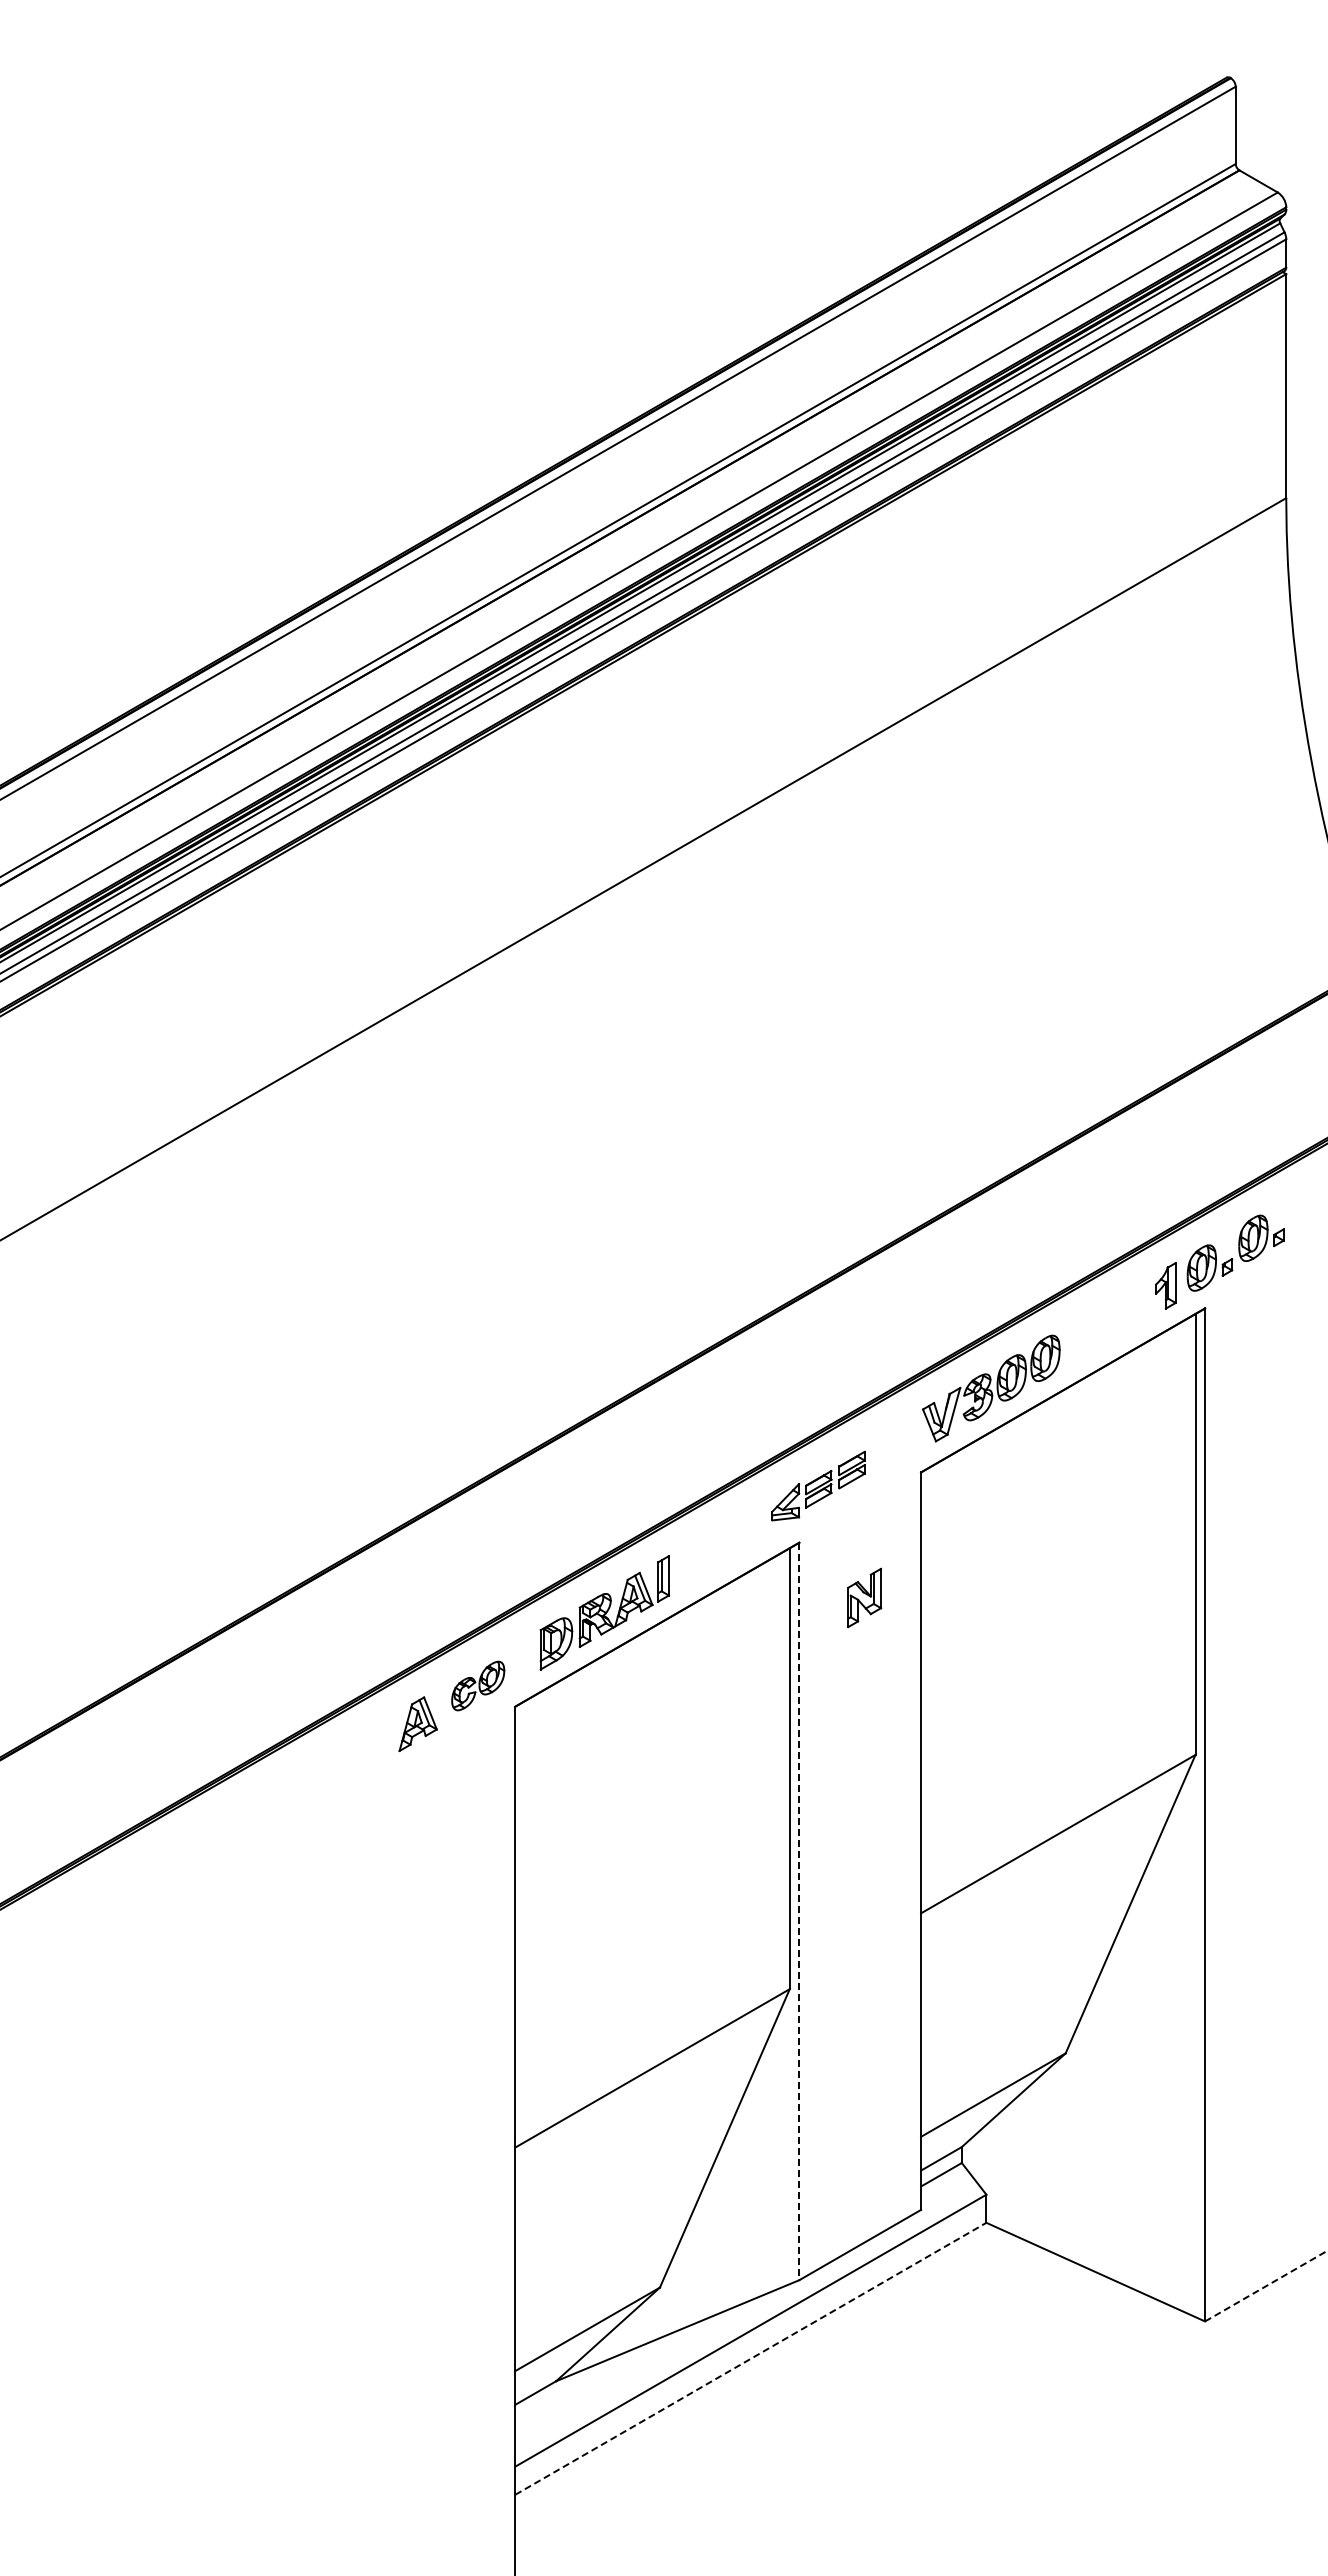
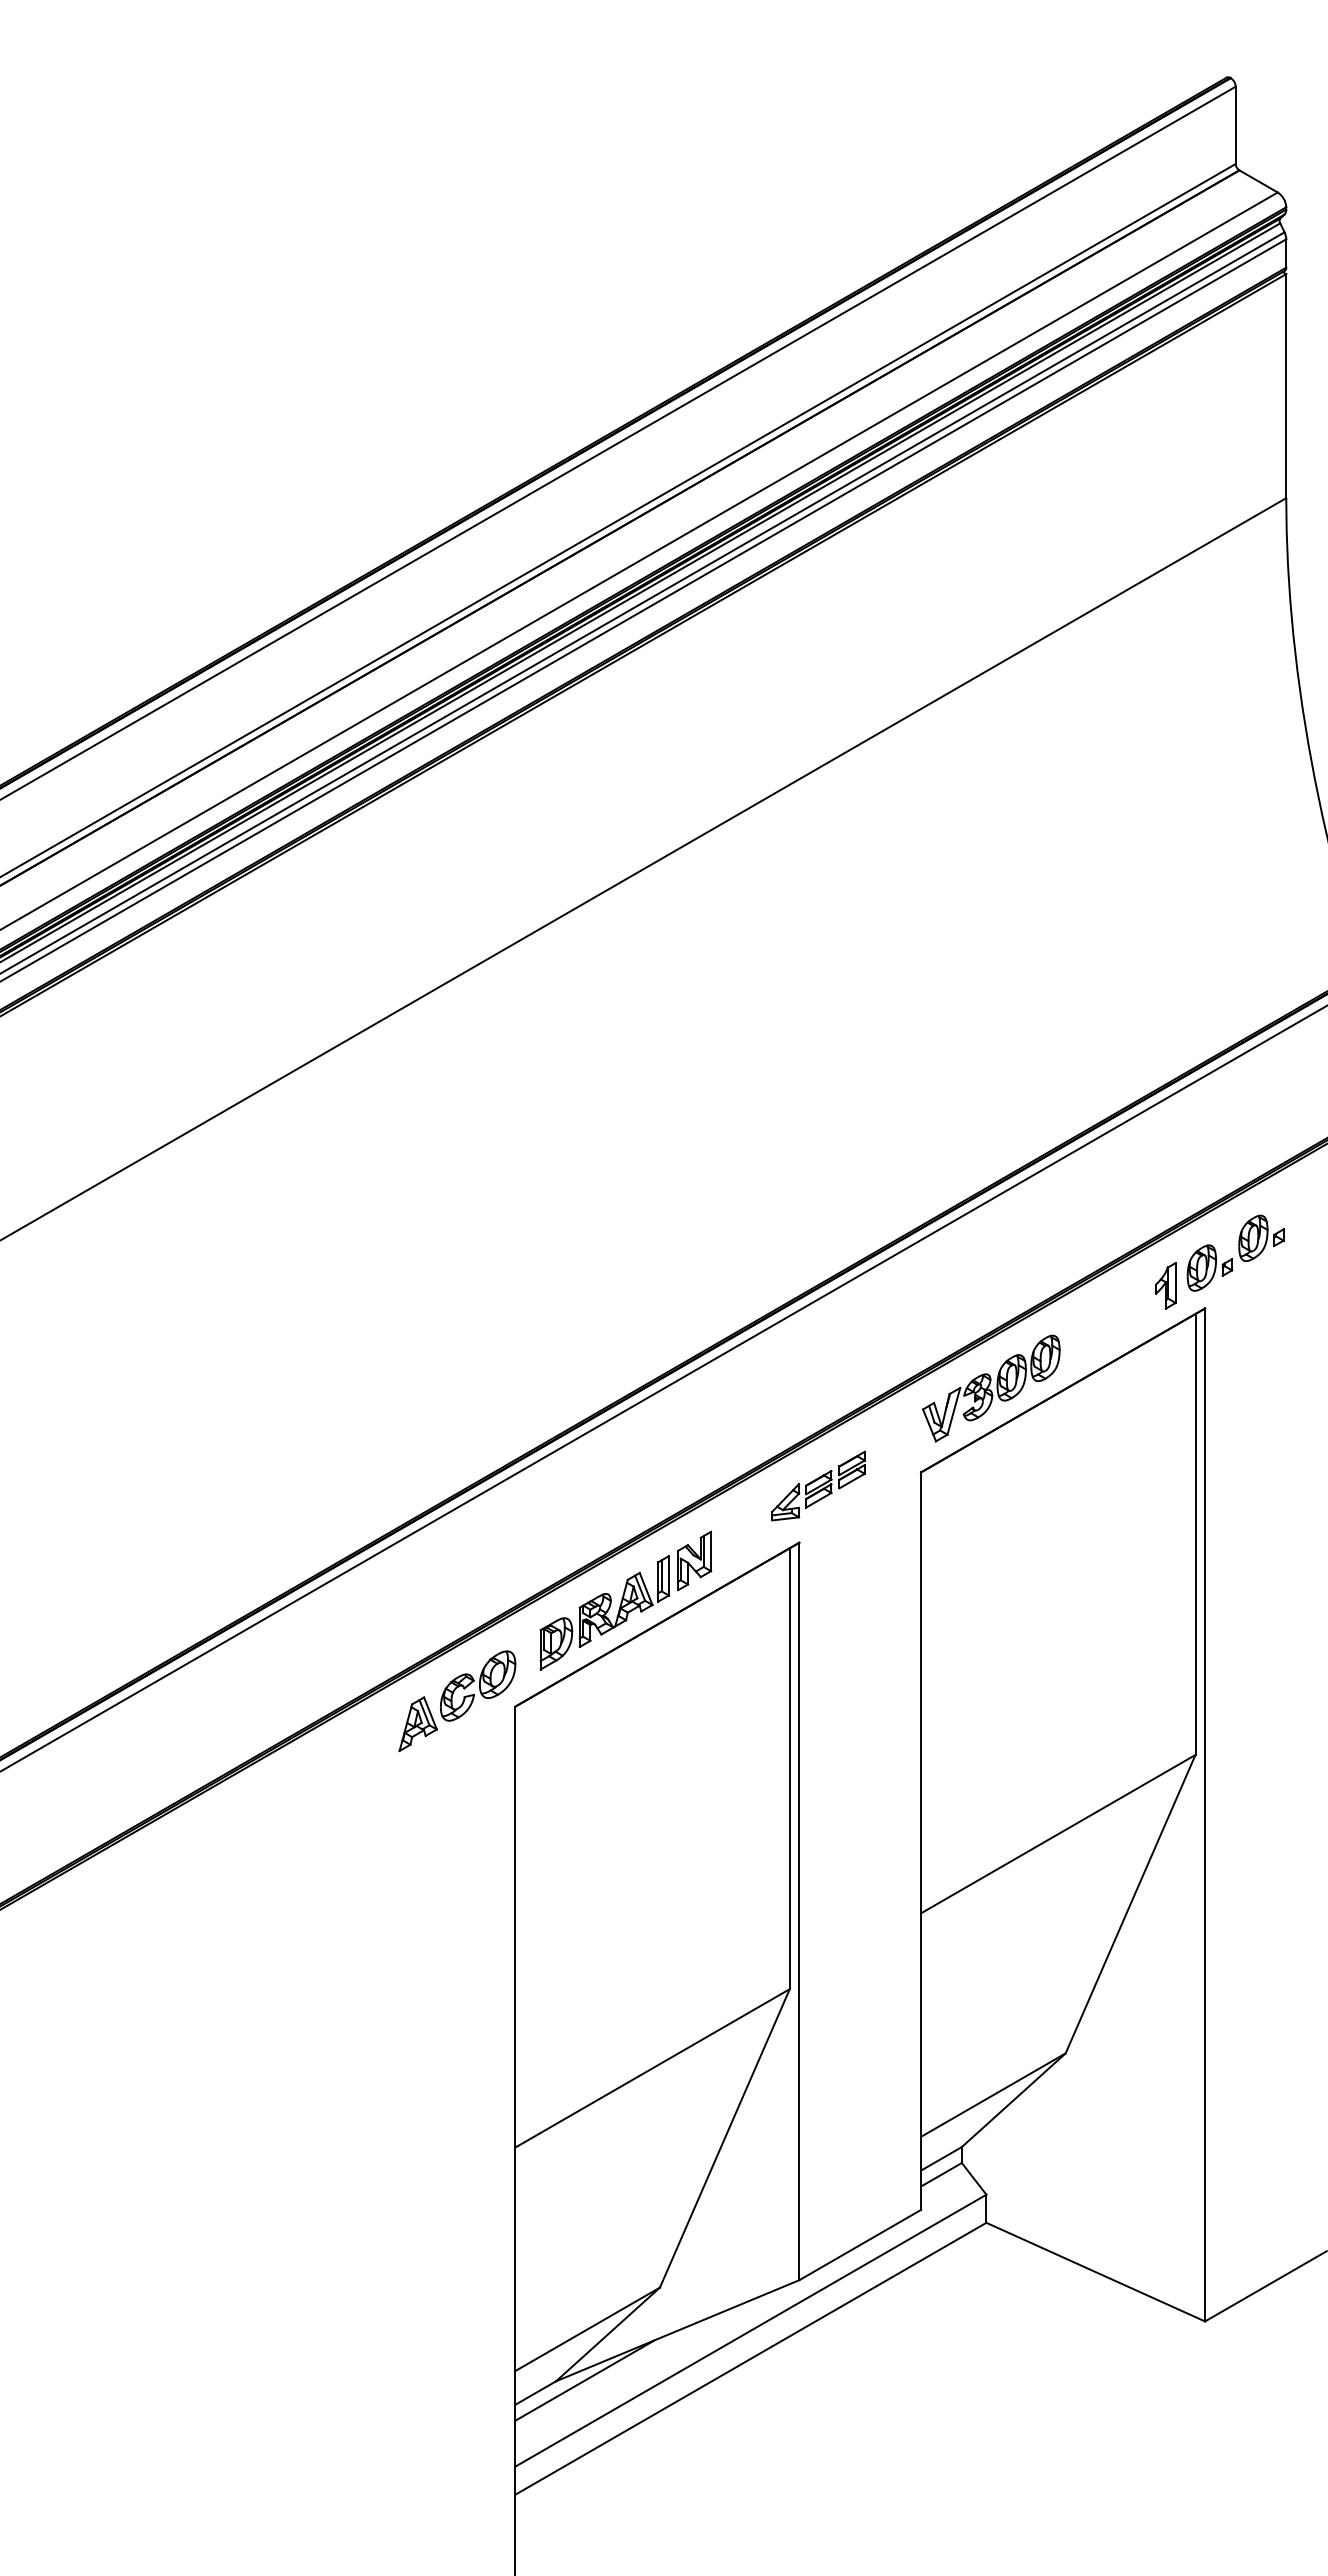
line at (663, 1388): none -> present
part at (864, 1597) position: (864, 1597) -> (694, 1560)
part at (478, 1685) size: 55x52 px -> 77x72 px
line at (799, 1911): dashed -> solid
line at (1266, 2286): dashed -> solid
line at (750, 2358): dashed -> solid
line at (584, 2380): none -> present
